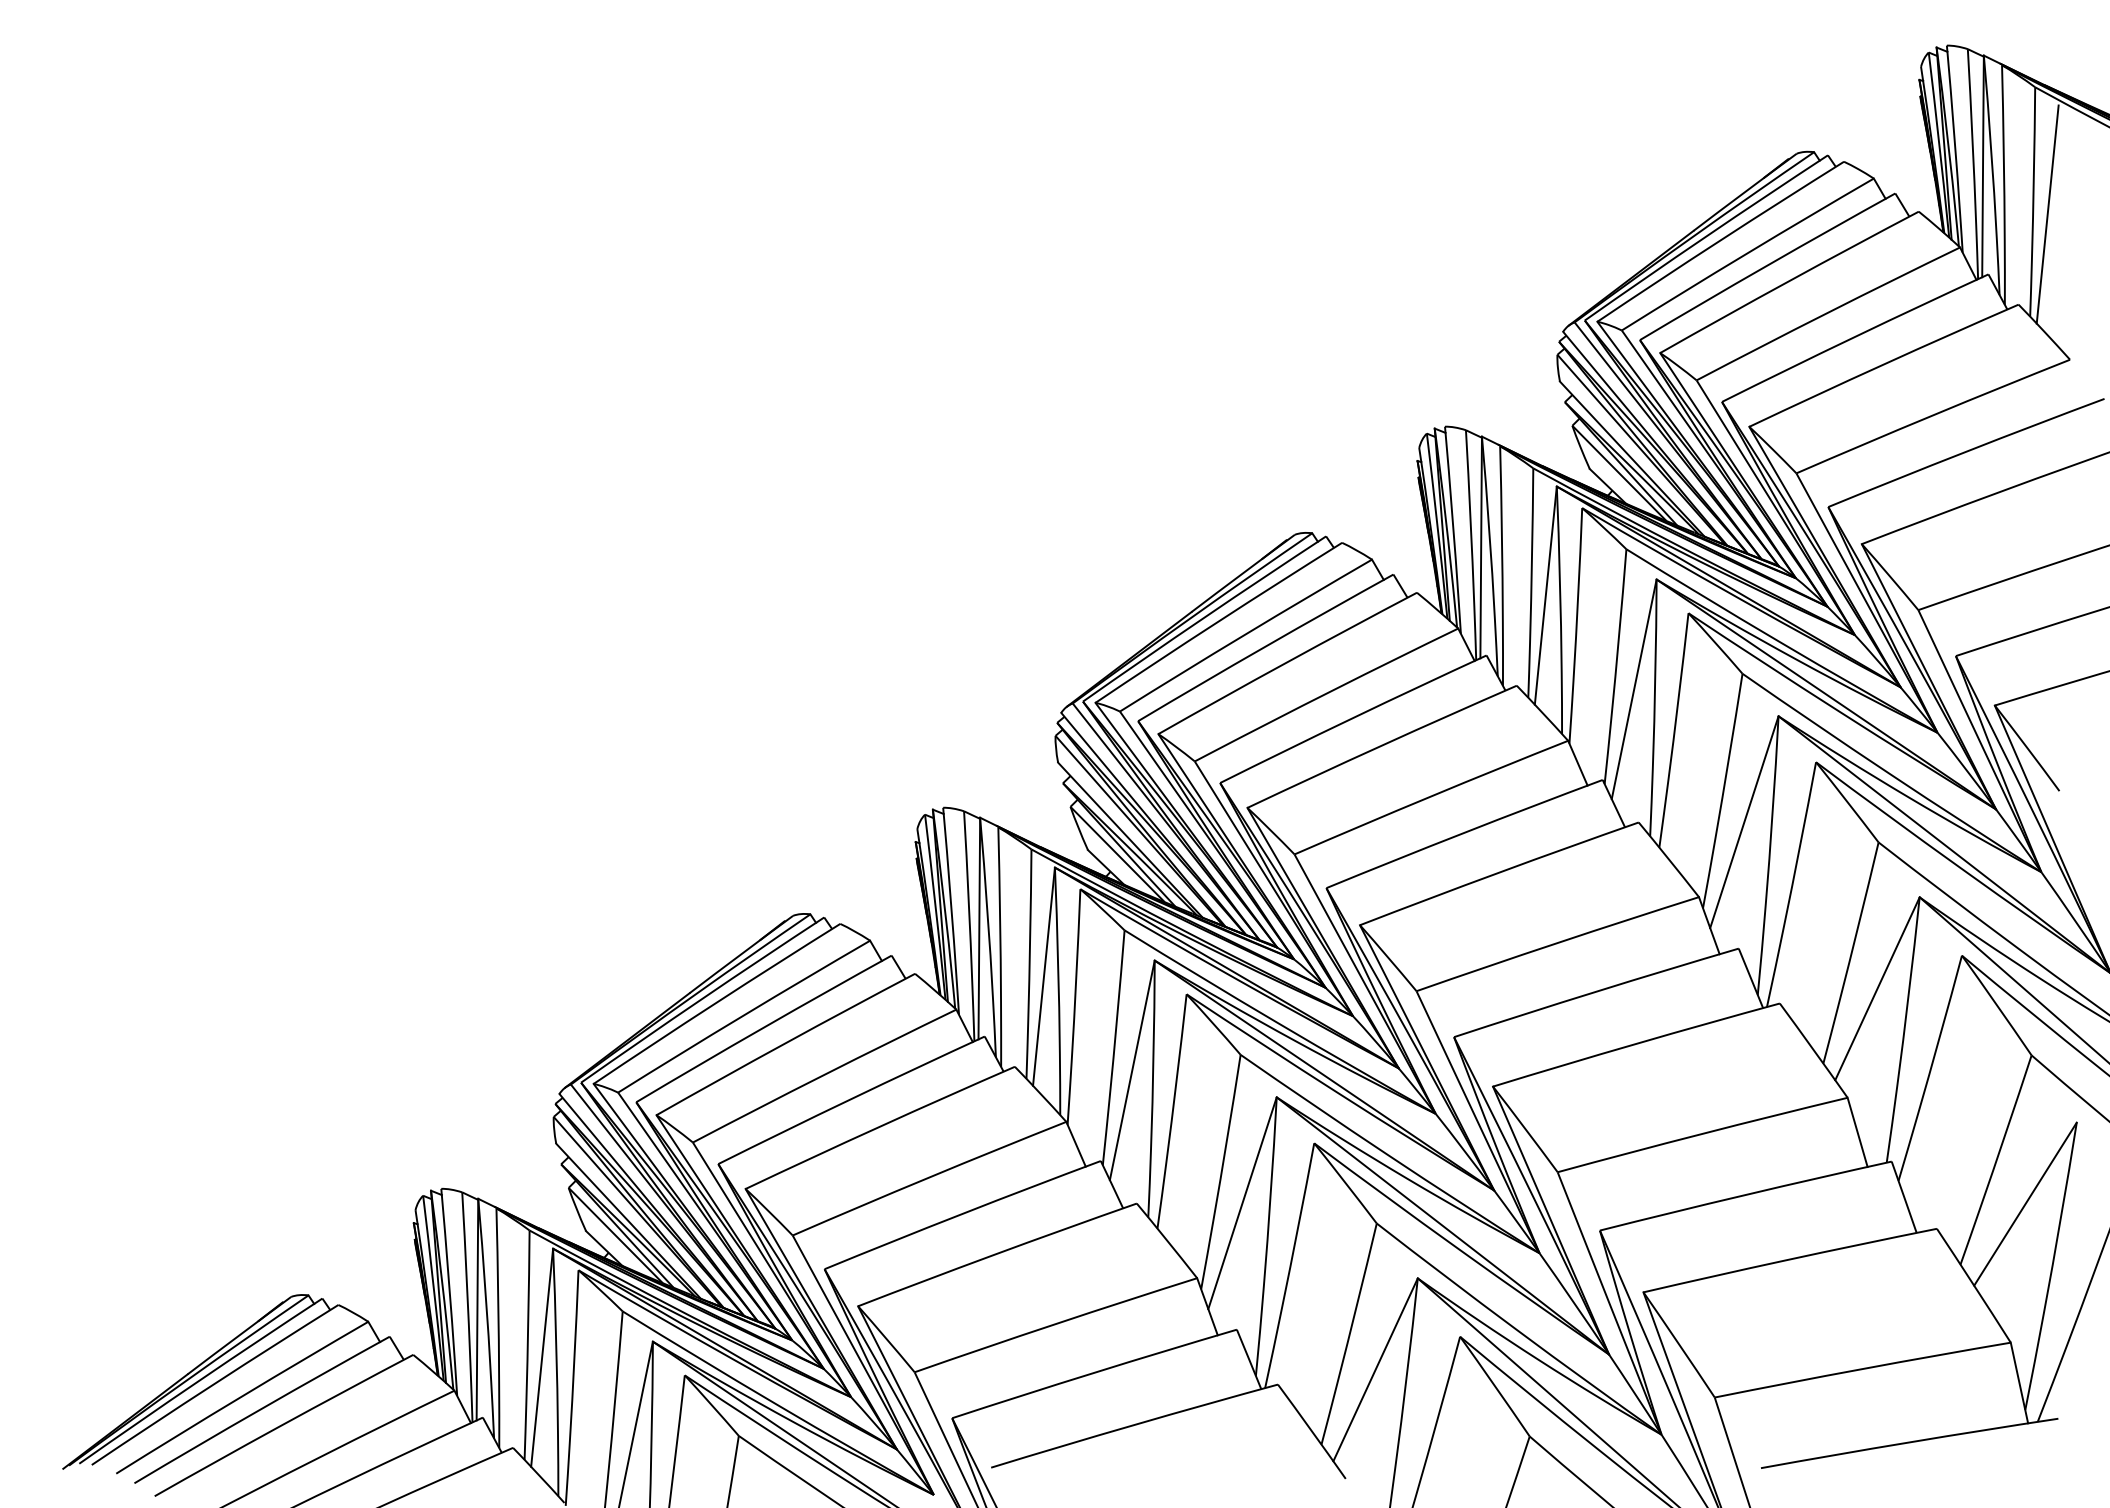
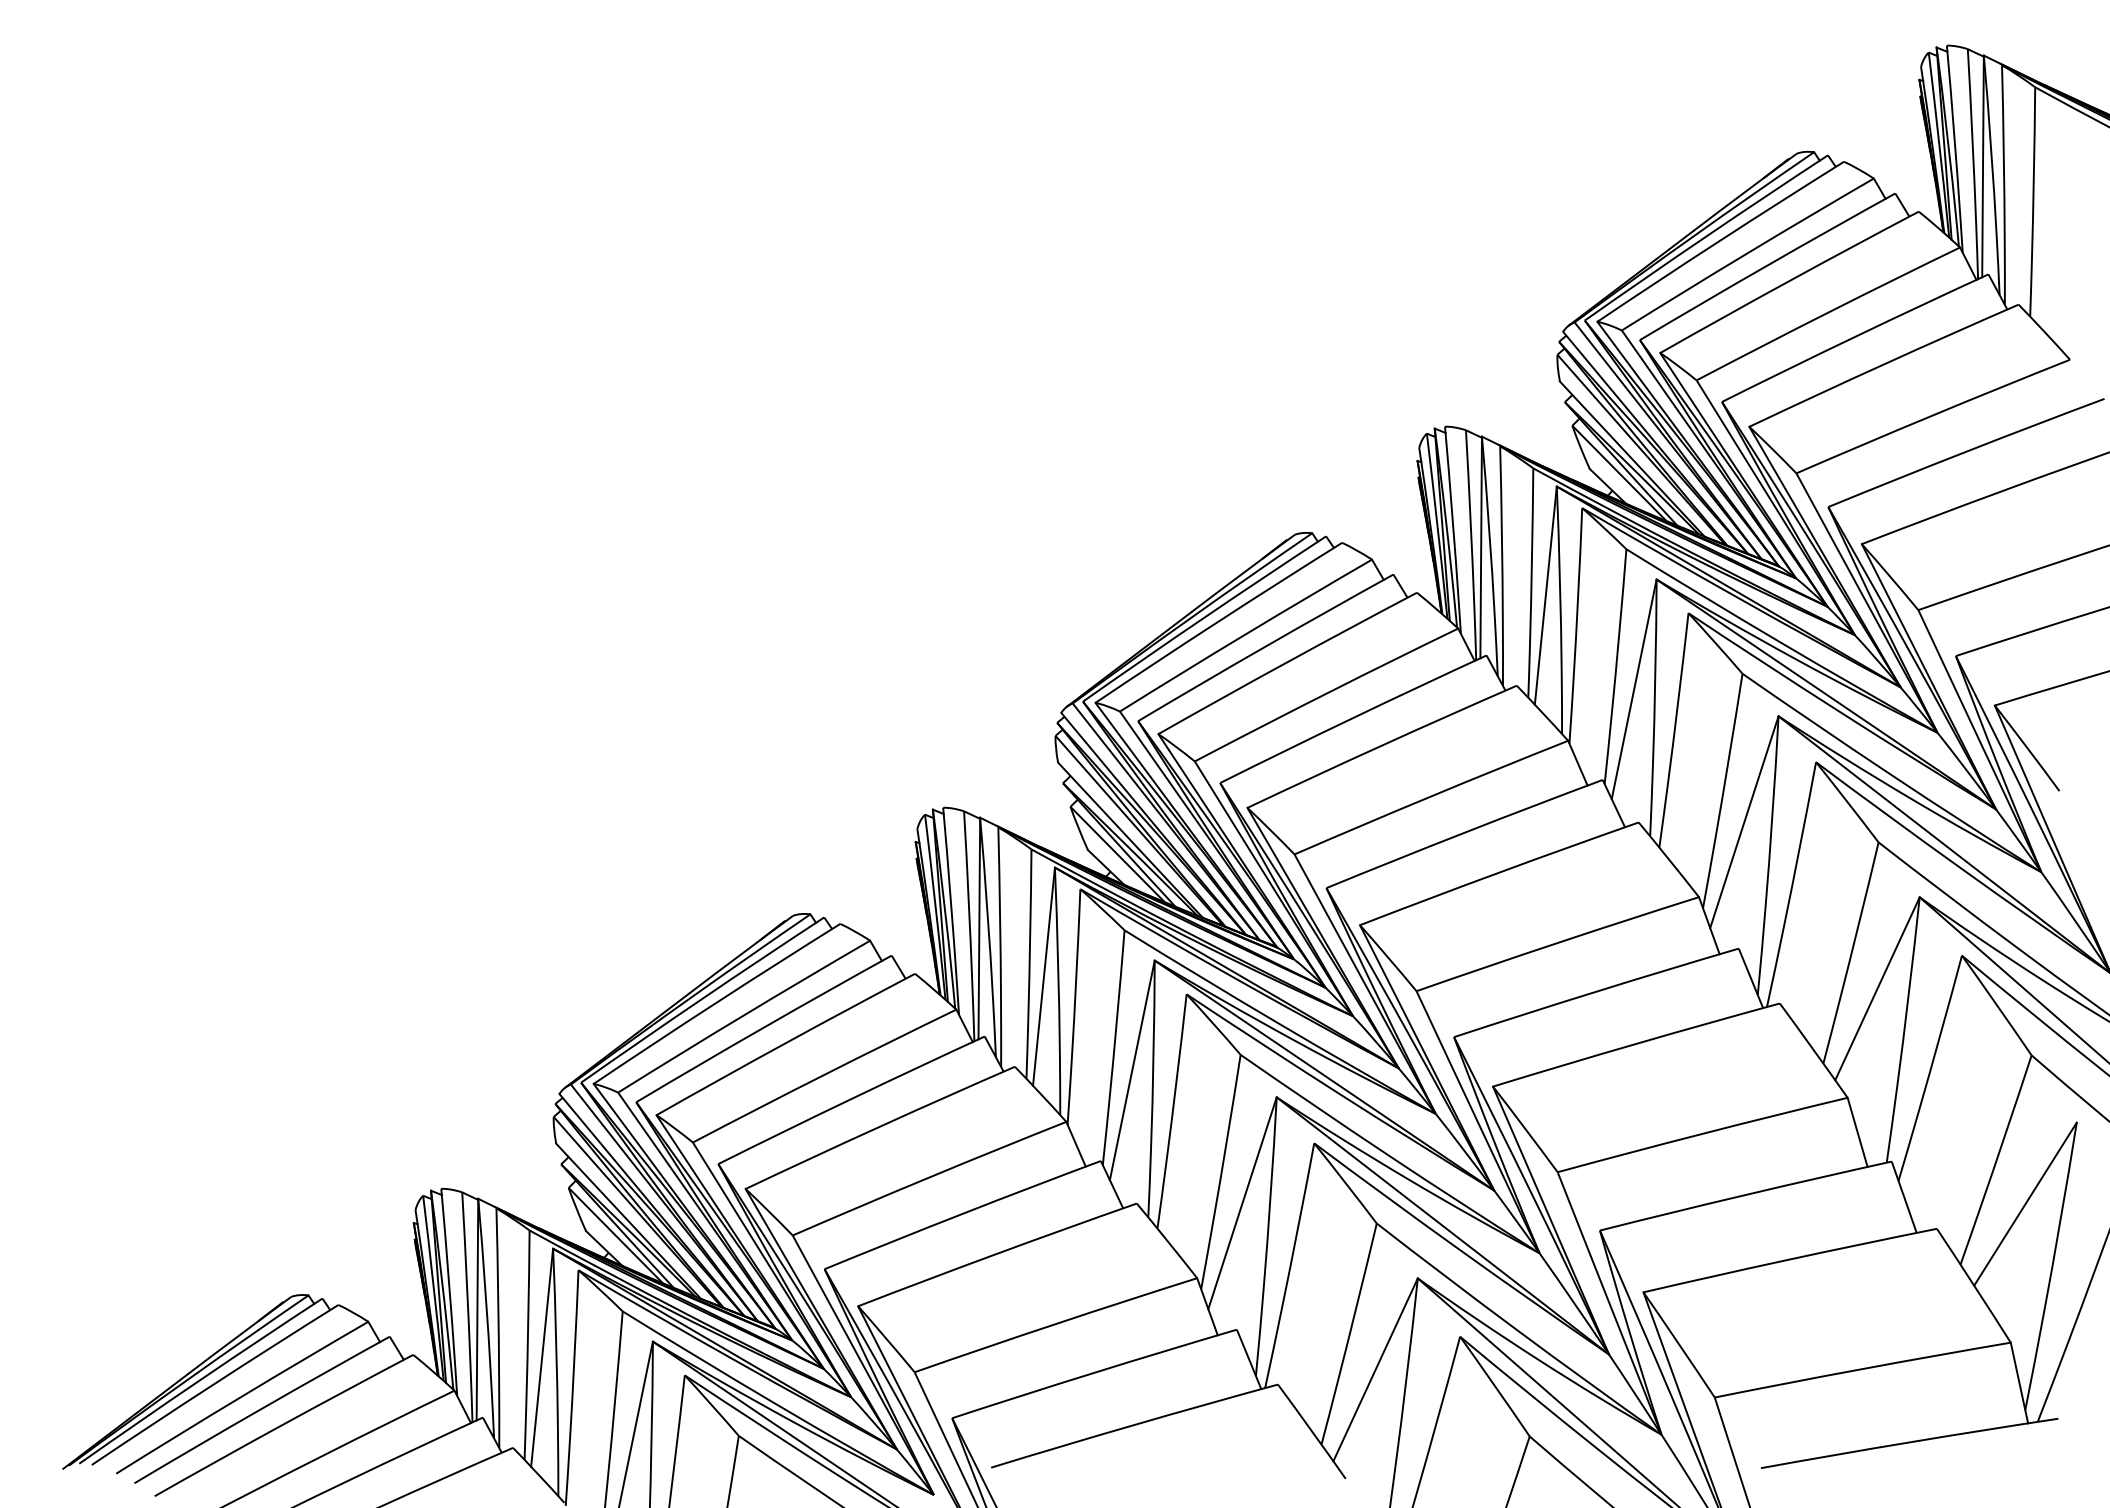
line at (2047, 214): present -> none
